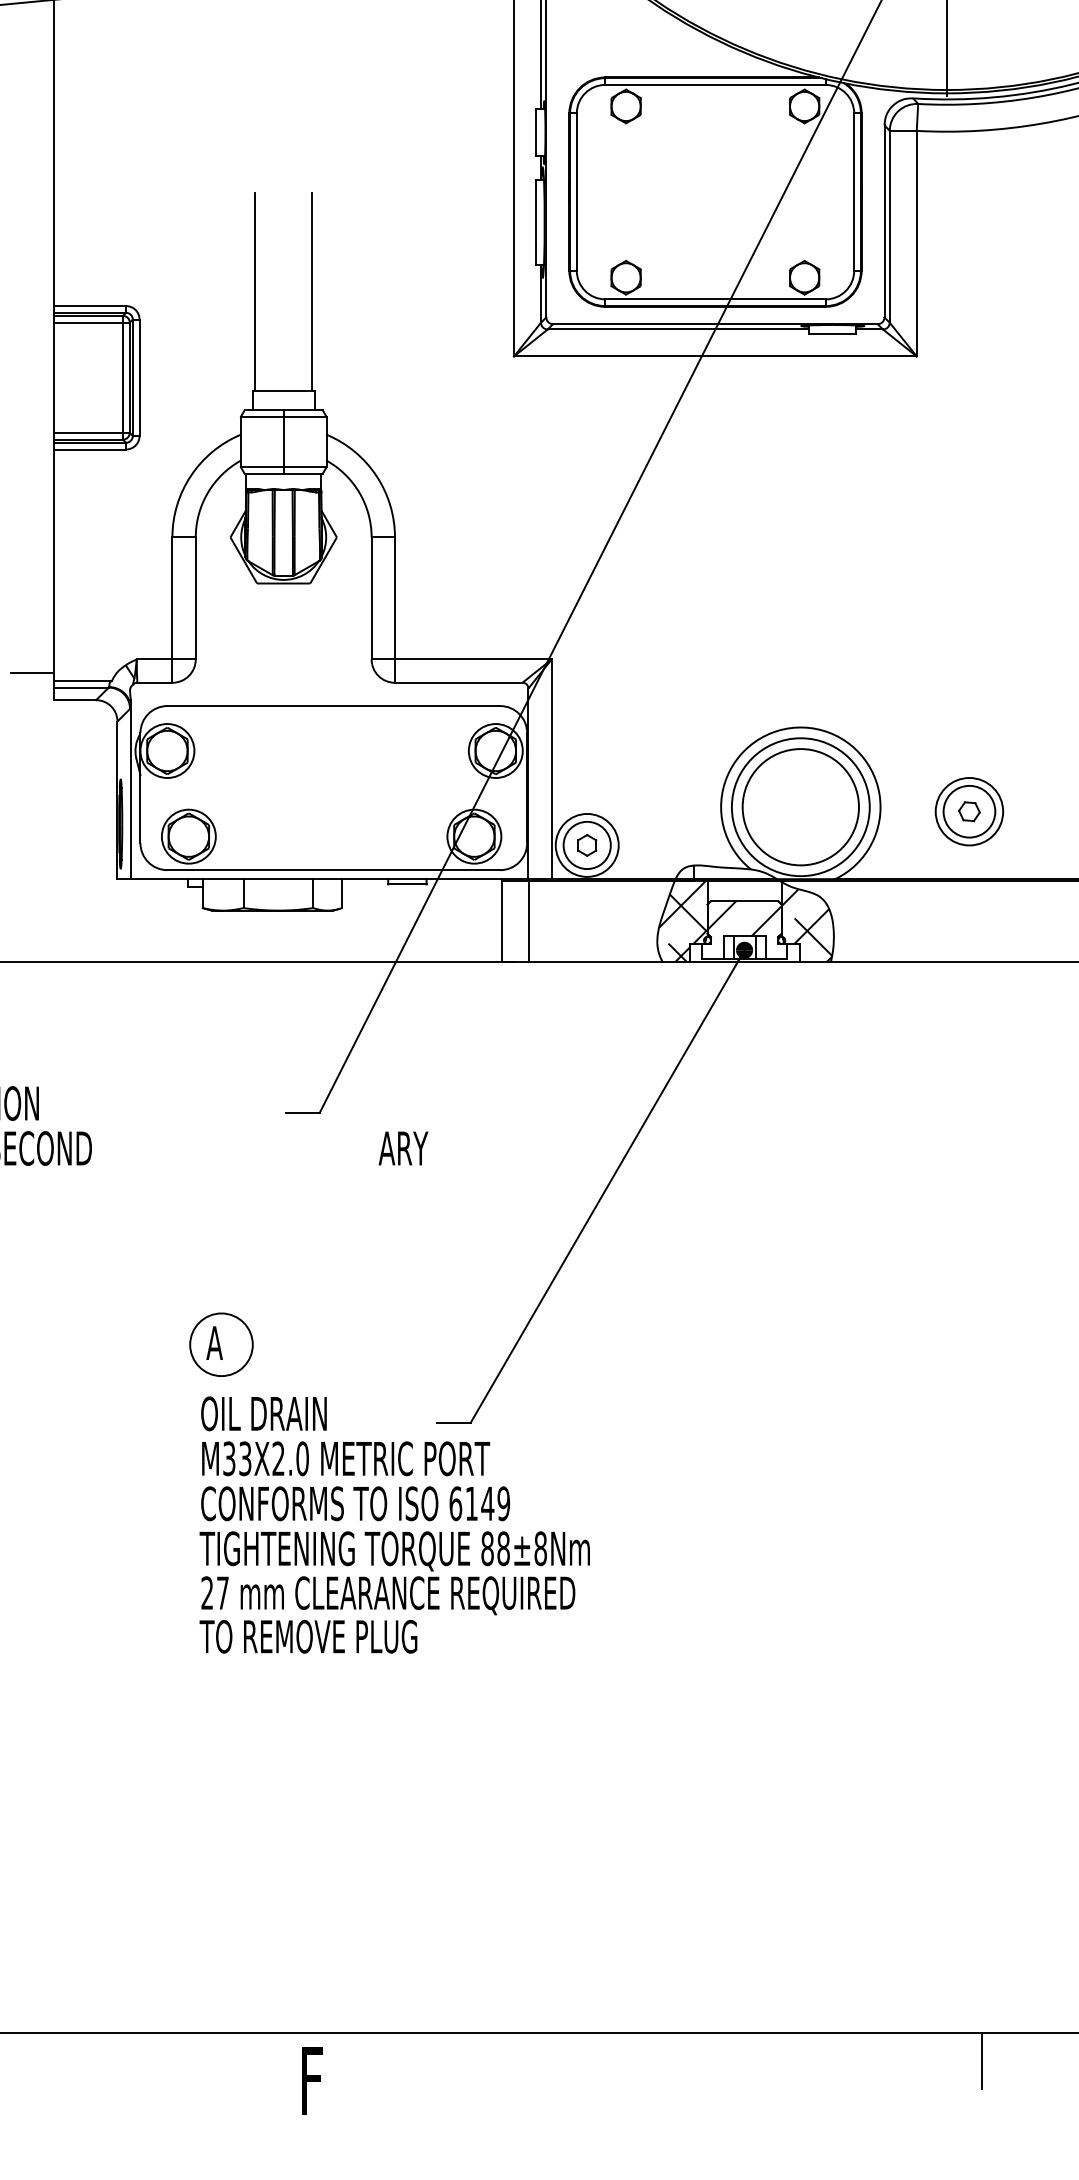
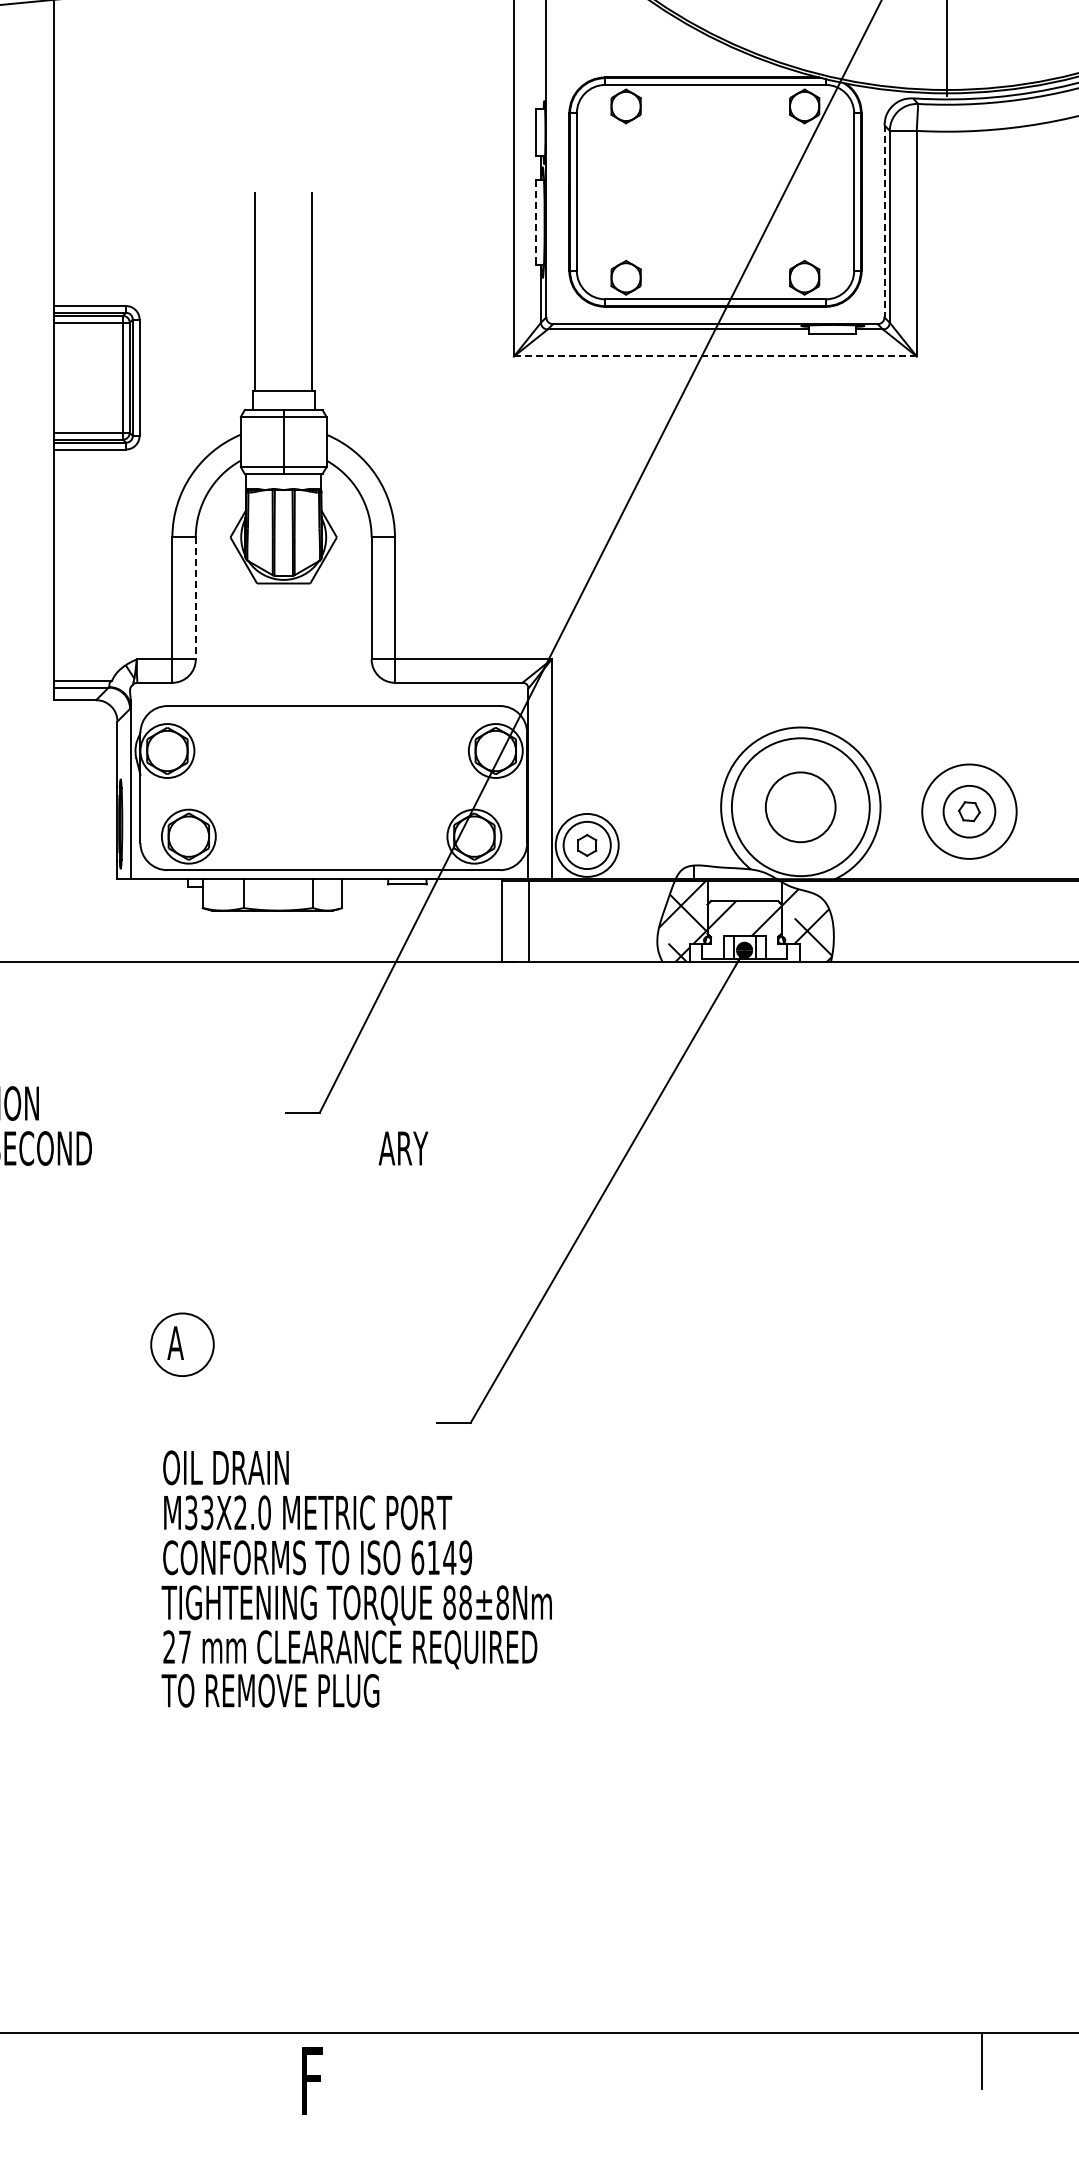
line at (541, 55): present -> none
line at (884, 221): solid -> dashed
line at (536, 222): solid -> dashed
line at (714, 356): solid -> dashed
line at (195, 598): solid -> dashed
line at (32, 672): present -> none
circle at (800, 807) size: 119x119 px -> 73x73 px
circle at (969, 811) diameter: 67 px -> 94 px
part at (221, 1344) position: (221, 1344) -> (182, 1344)
text at (394, 1524) position: (394, 1524) -> (356, 1578)
